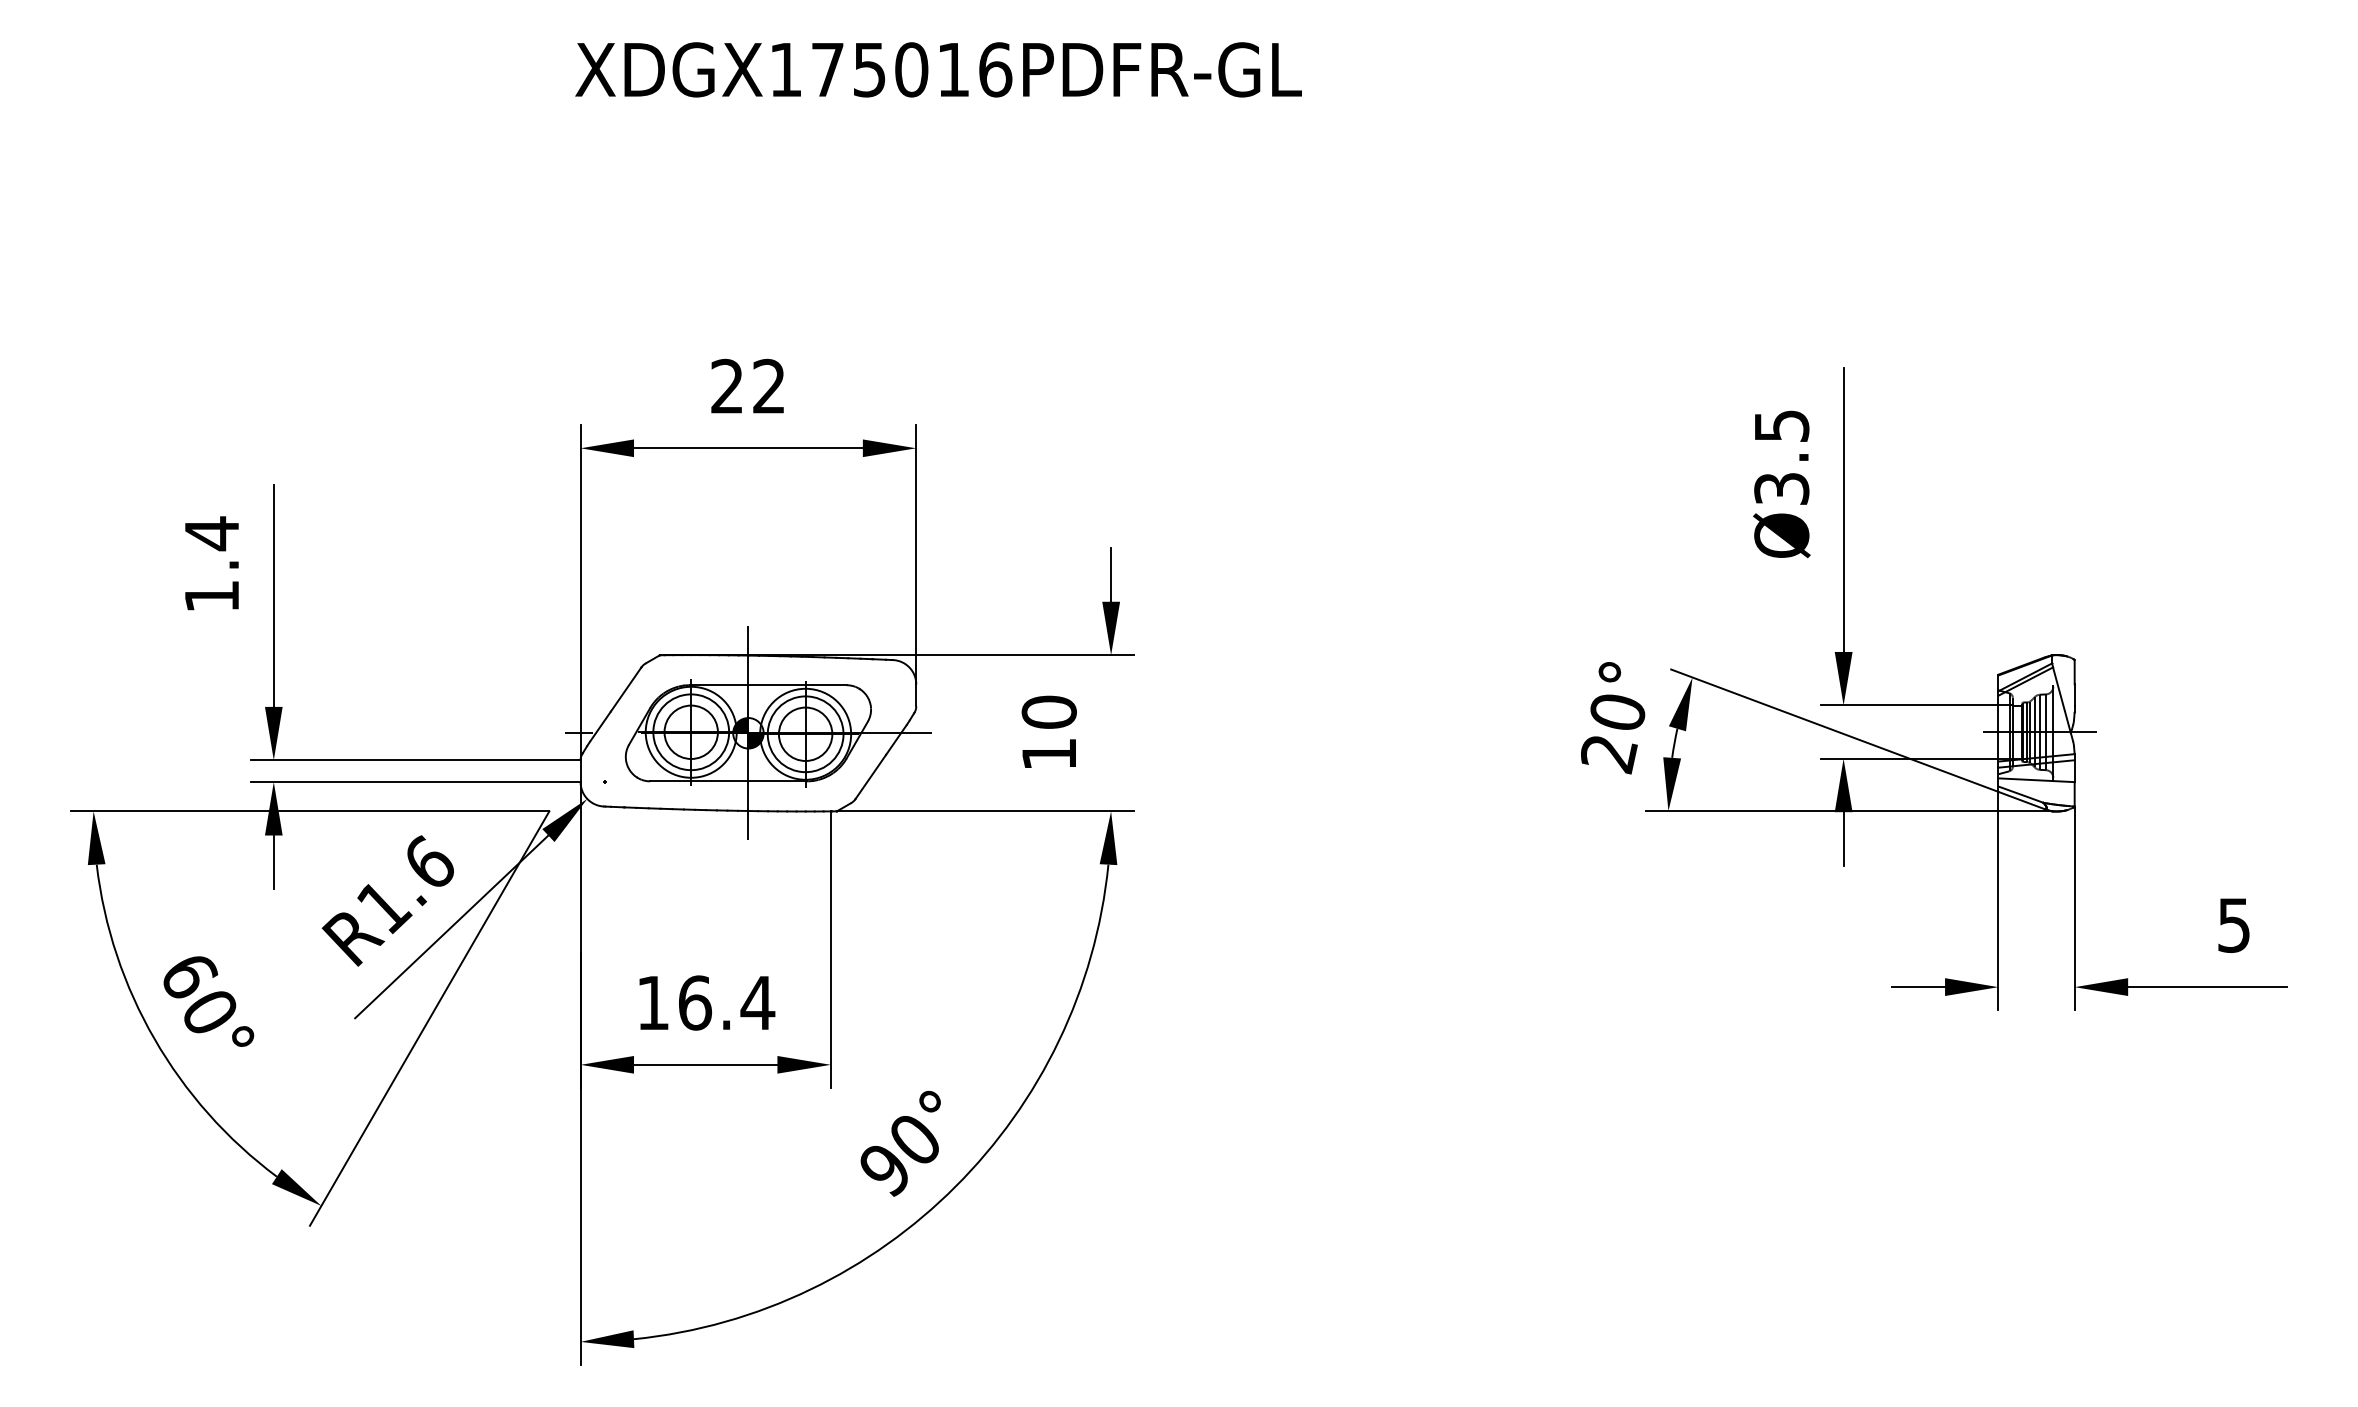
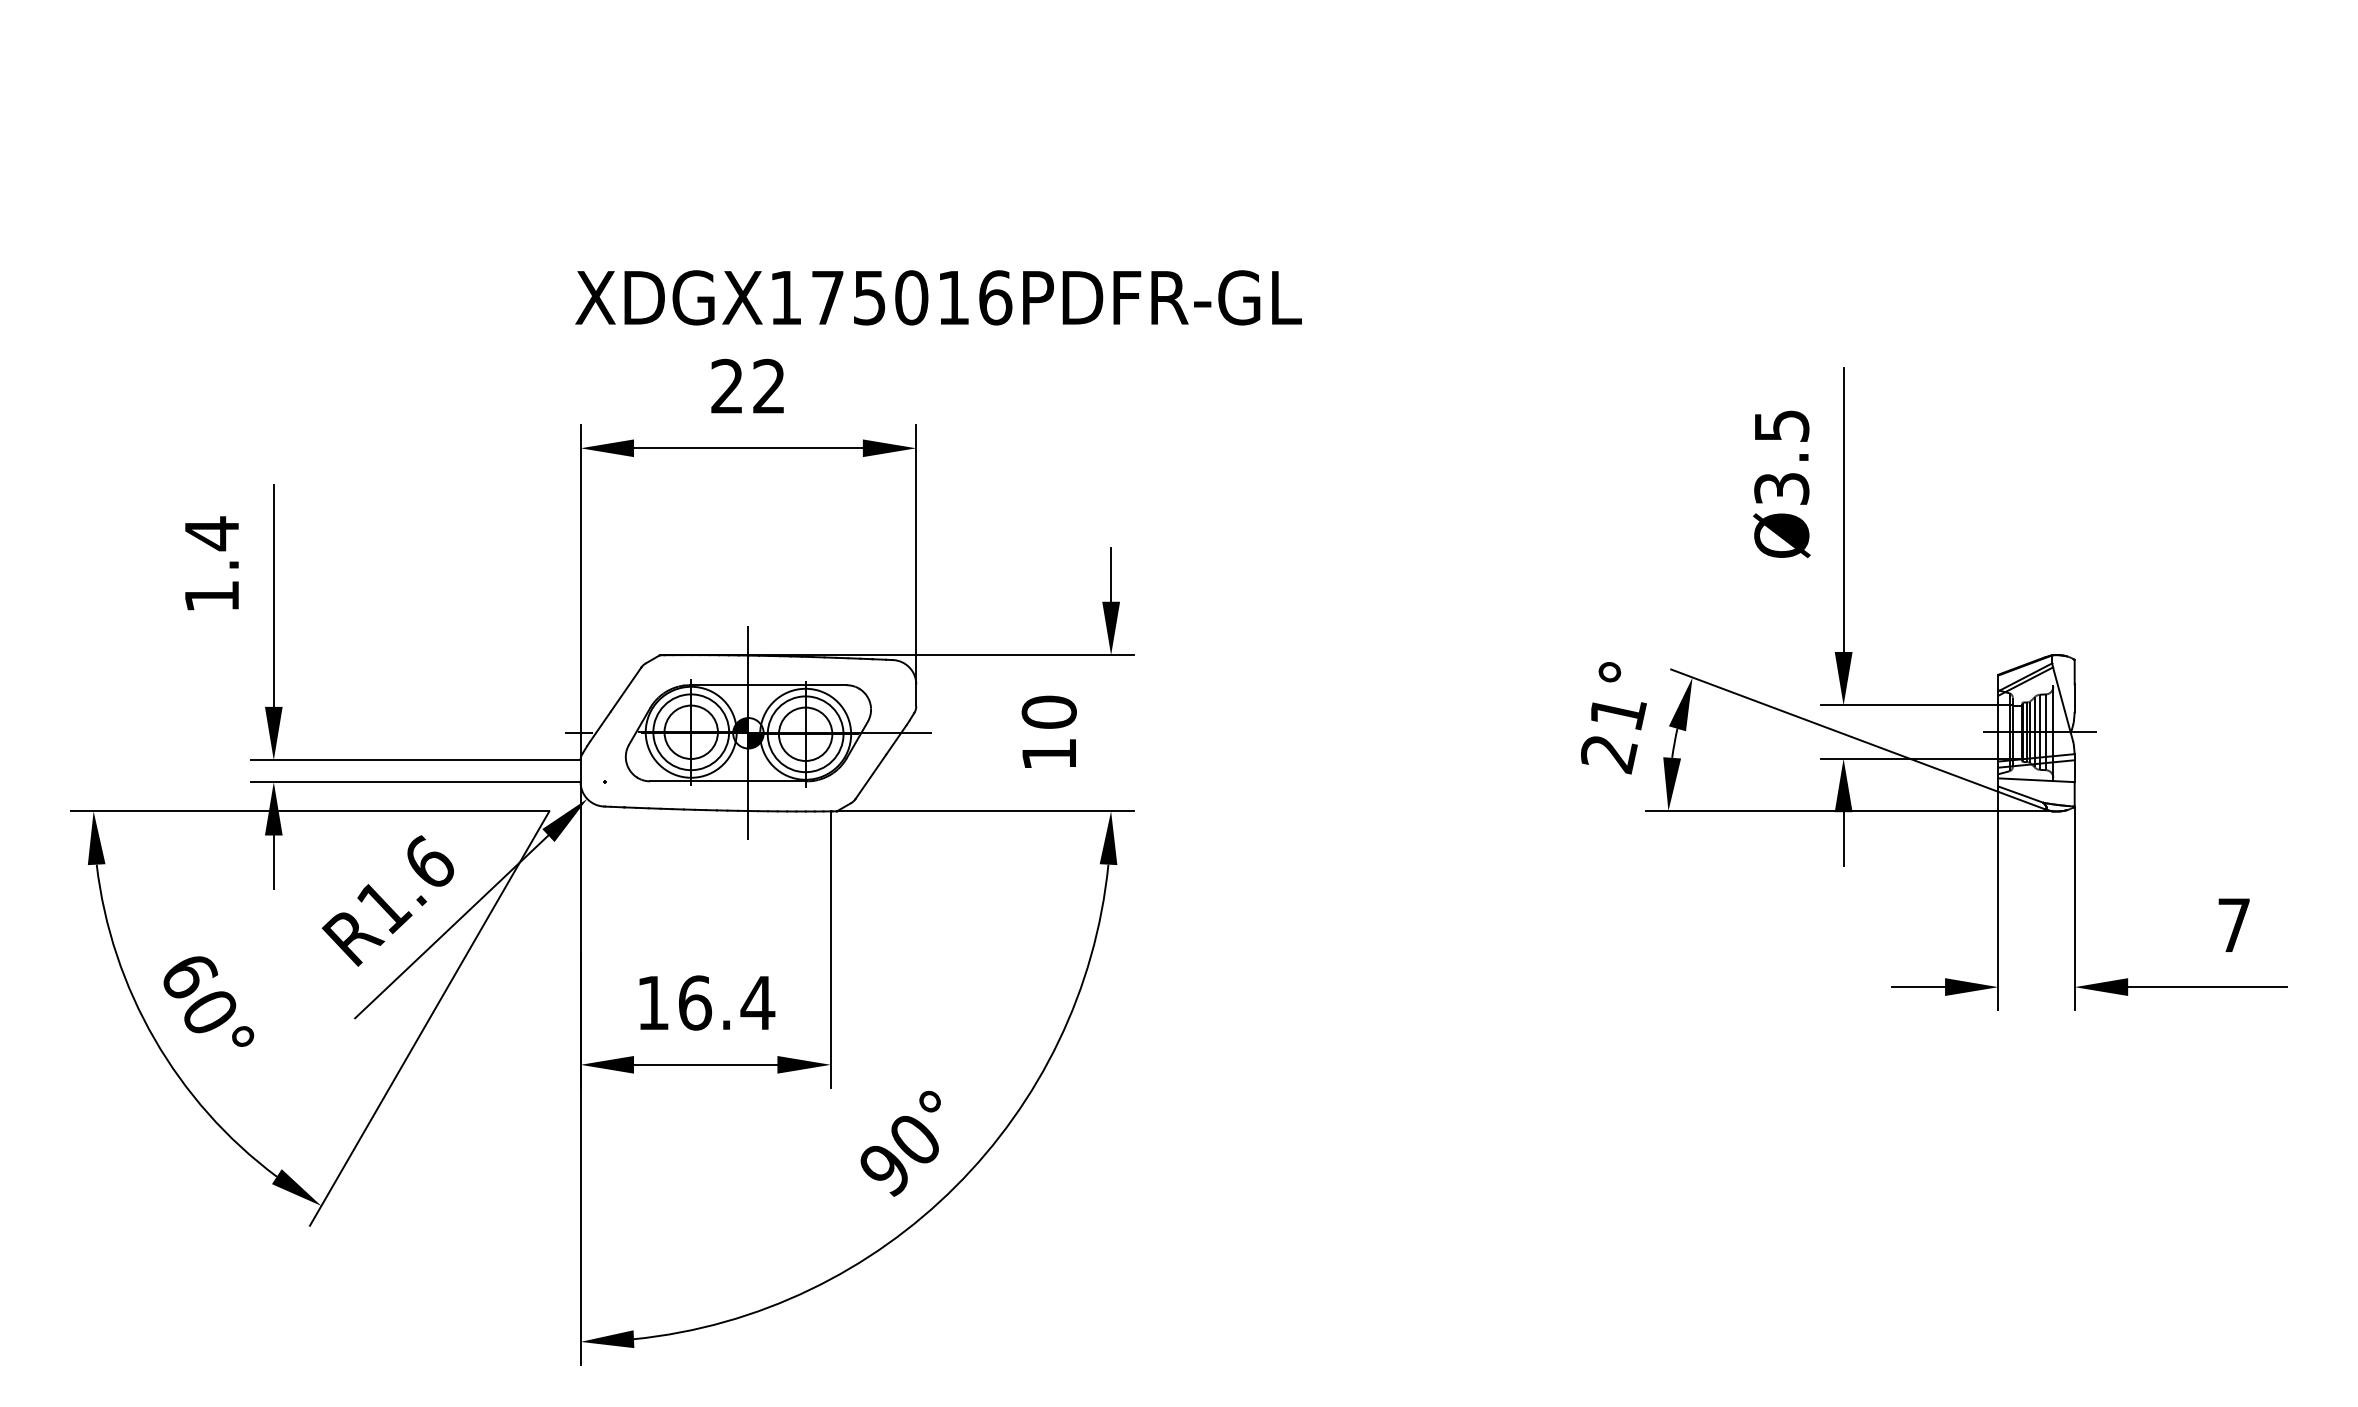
text at (938, 69) position: (938, 69) -> (938, 297)
text at (1618, 712): 20° -> 21°
text at (2233, 925): 5 -> 7
